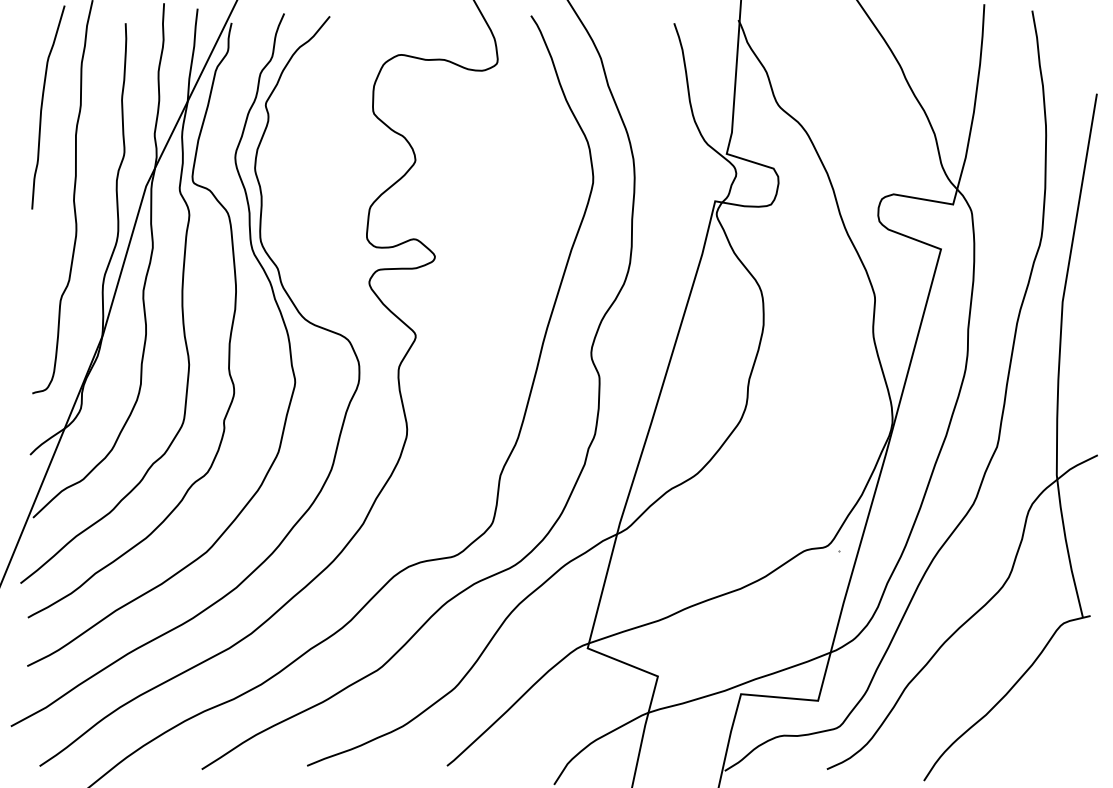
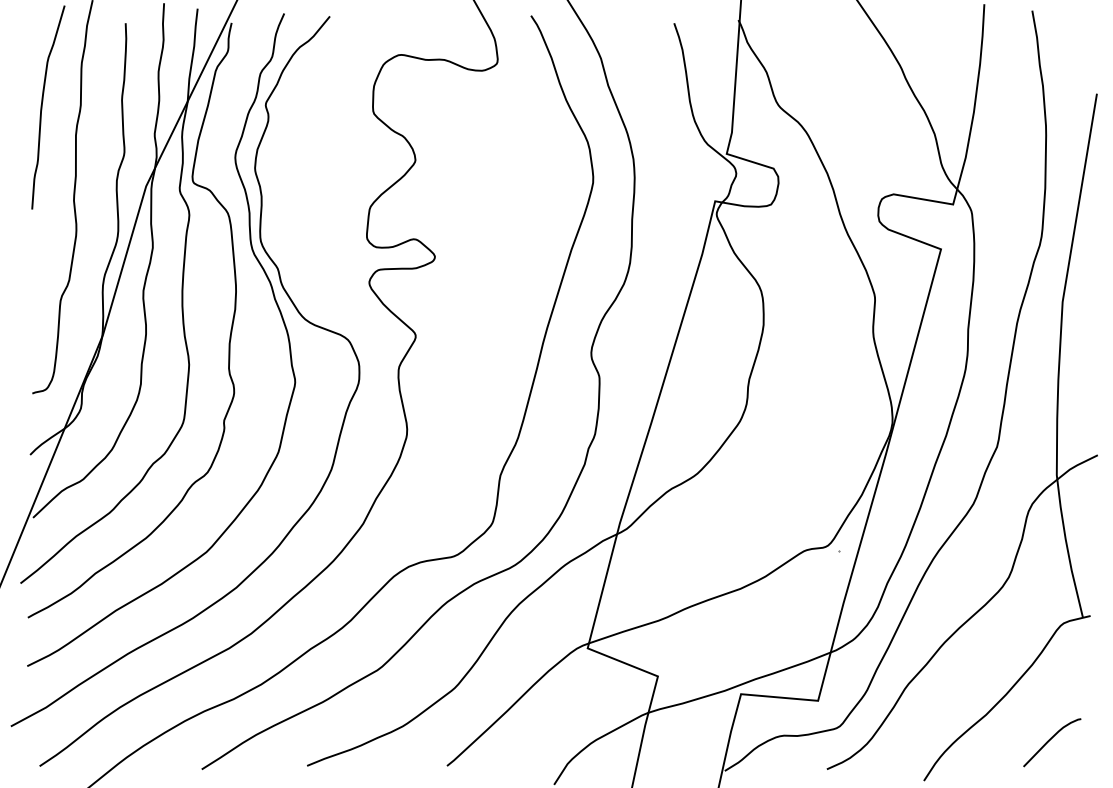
curve at (1050, 740): none -> present
